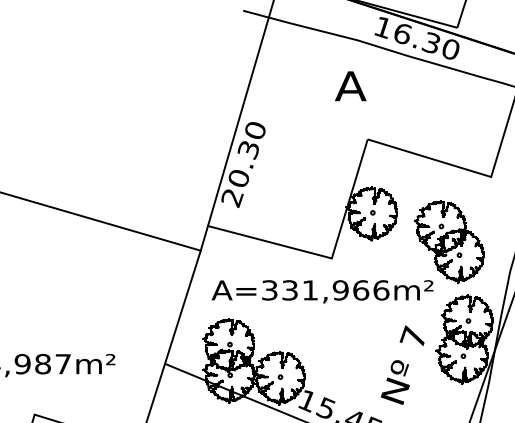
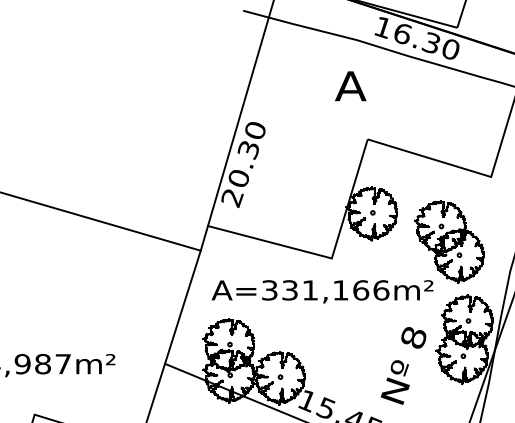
text at (340, 290): A=331,966m² -> A=331,166m²
text at (412, 336): 7 -> 8
